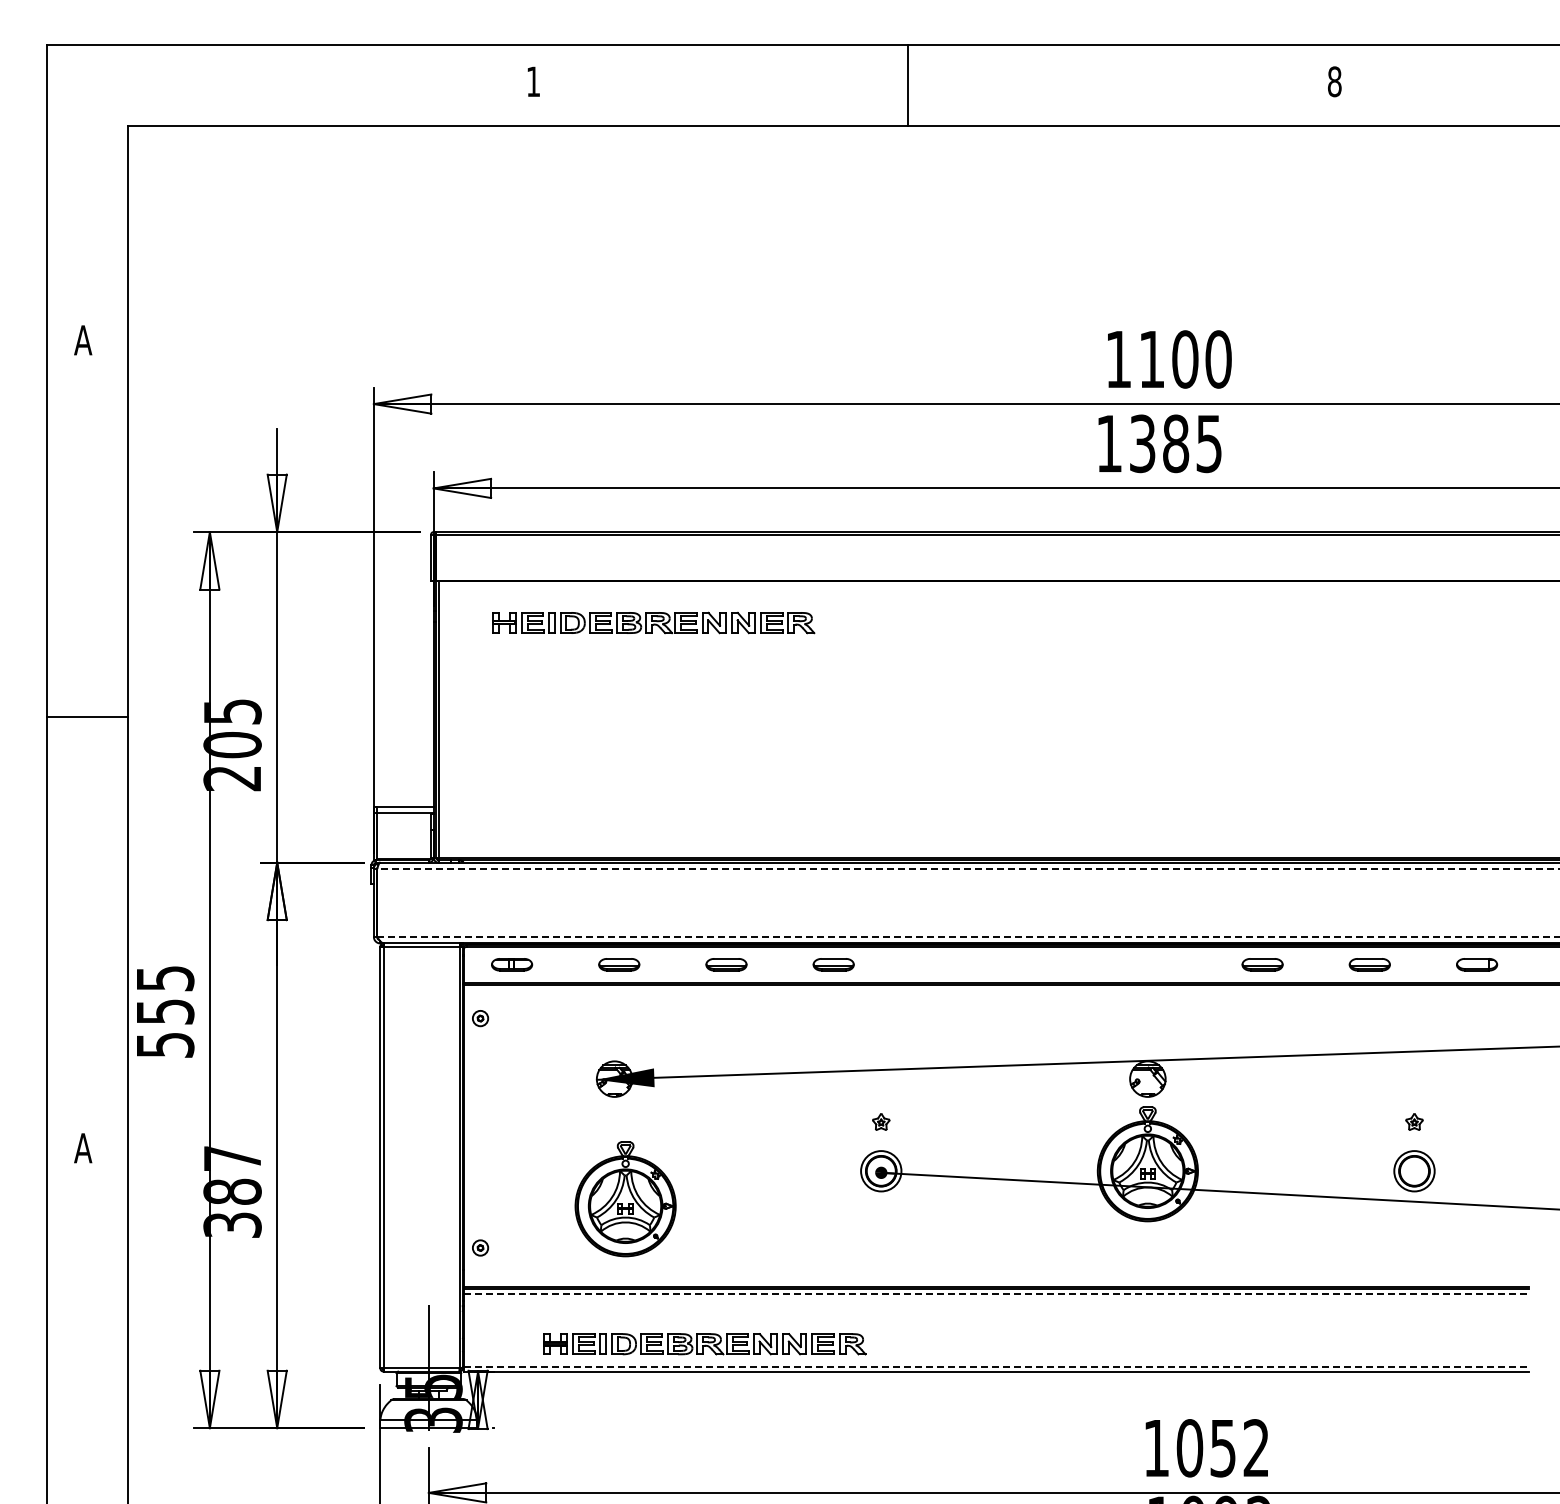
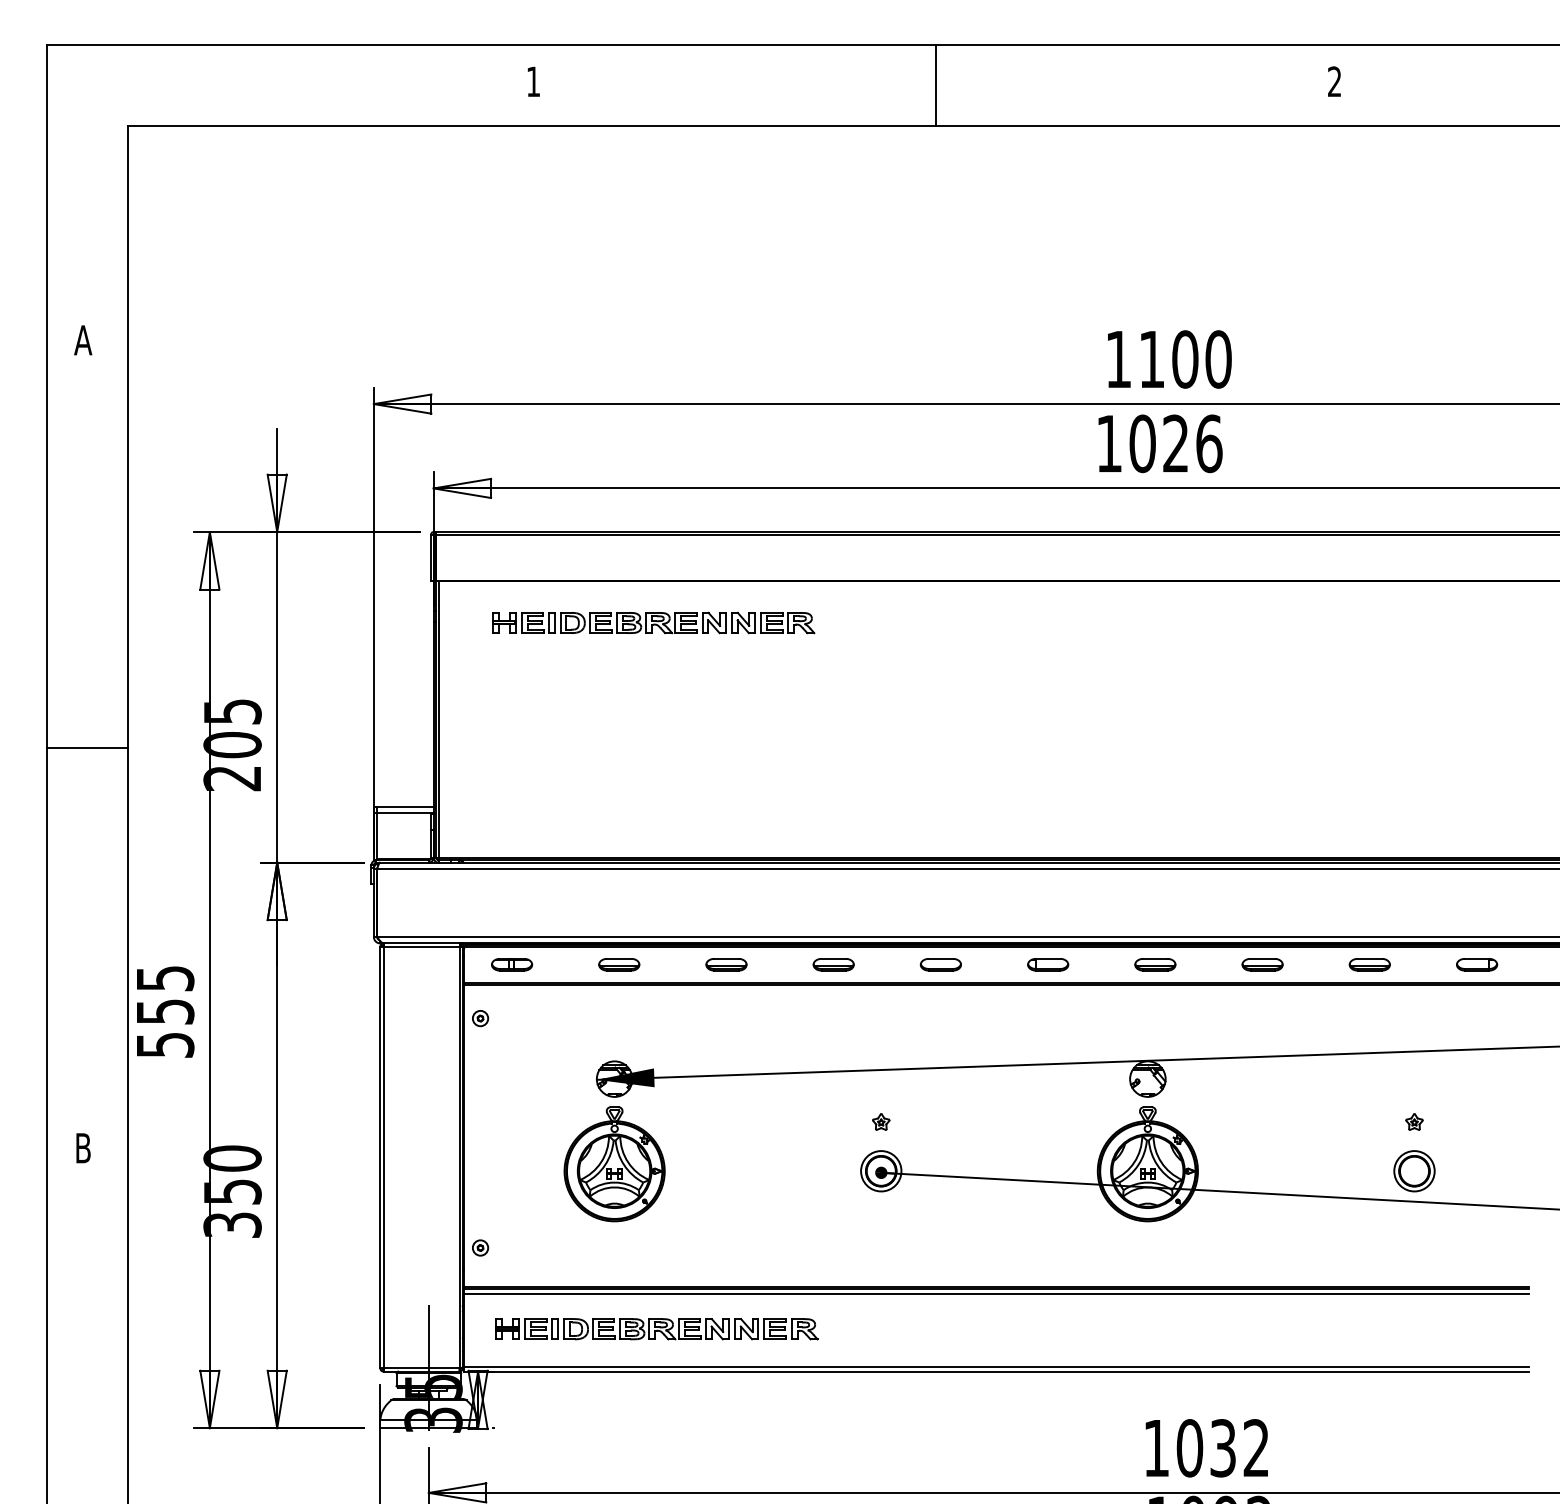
text at (1334, 81): 8 -> 2
line at (907, 85) position: (907, 85) -> (935, 85)
text at (1175, 443): 1385 -> 1026
line at (86, 717) position: (86, 717) -> (86, 748)
line at (968, 869): dashed -> solid
line at (968, 936): dashed -> solid
part at (940, 964): none -> present
part at (1048, 964): none -> present
part at (1155, 964): none -> present
text at (83, 1148): A -> B
text at (232, 1174): 387 -> 350
part at (625, 1199) position: (625, 1199) -> (614, 1164)
line at (996, 1294): dashed -> solid
part at (704, 1344) position: (704, 1344) -> (656, 1329)
line at (996, 1366): dashed -> solid
text at (1223, 1447): 1052 -> 1032
